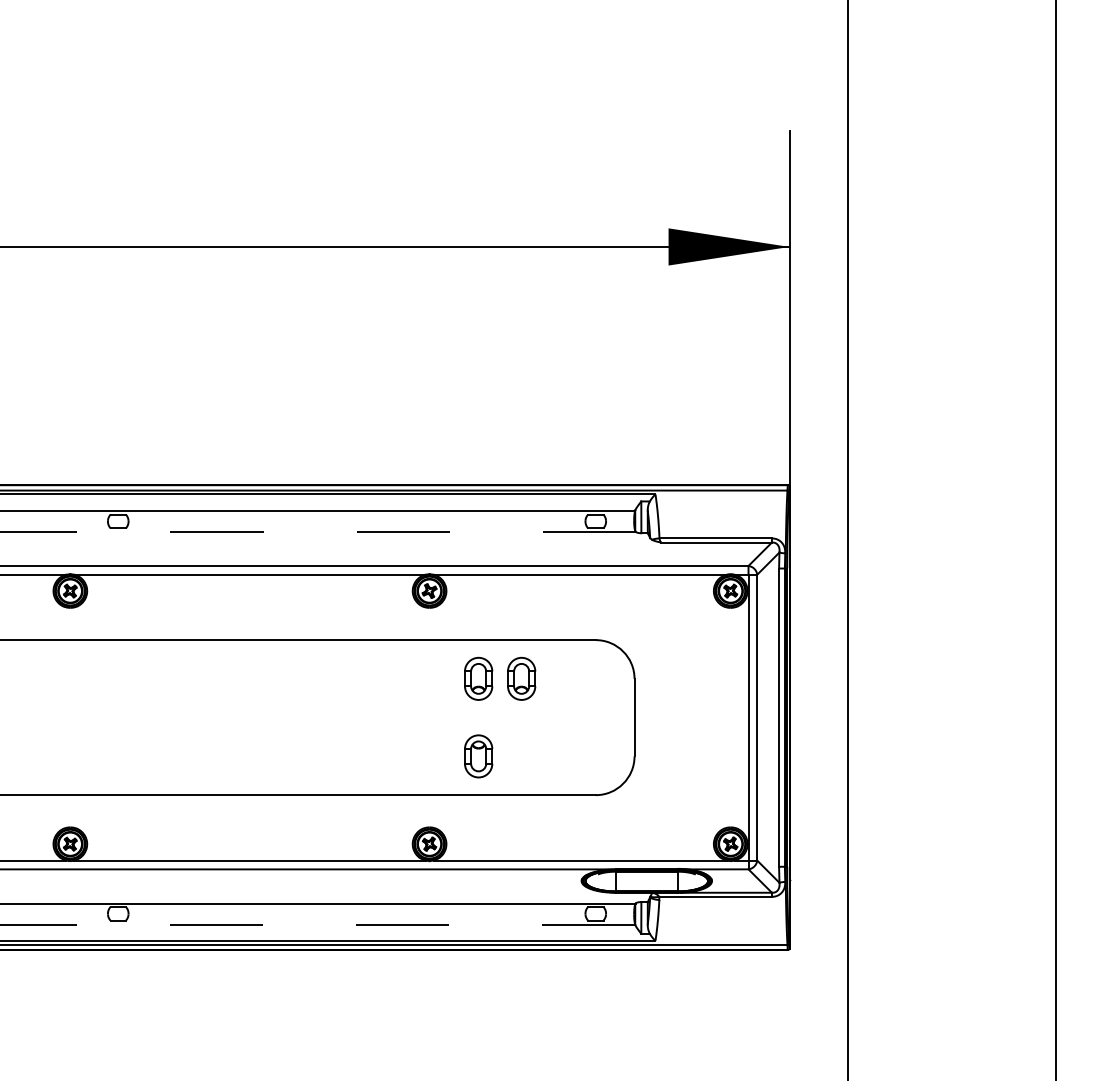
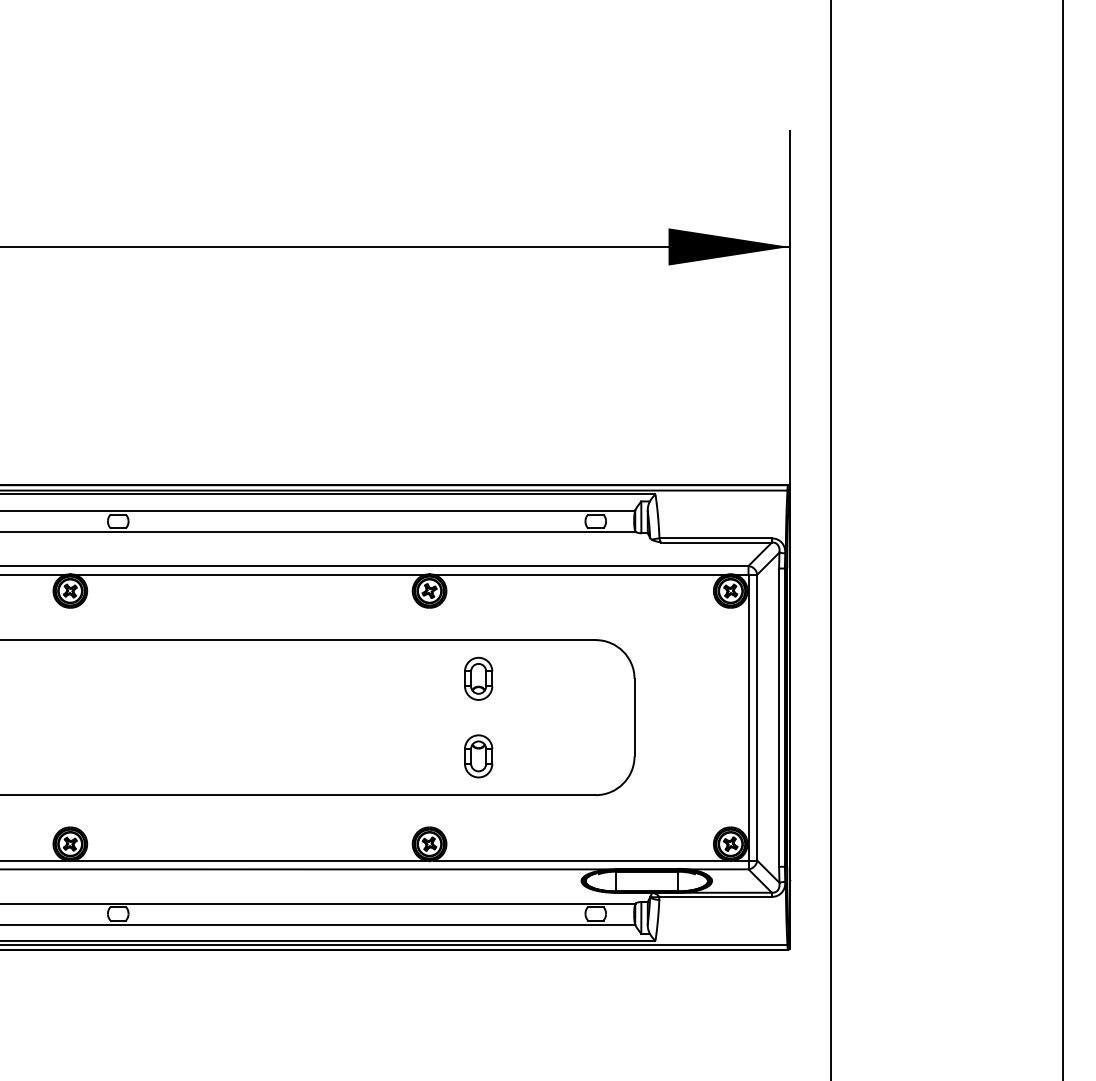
line at (317, 531): dashed -> solid
line at (847, 539) position: (847, 539) -> (830, 539)
line at (1056, 539) position: (1056, 539) -> (1063, 539)
part at (521, 678): present -> none
line at (317, 924): dashed -> solid
